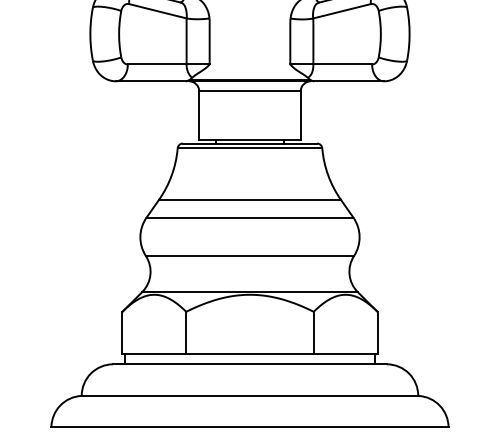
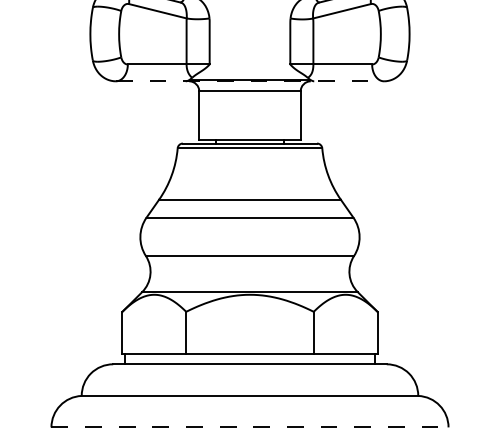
line at (250, 81): solid -> dashed
line at (250, 427): solid -> dashed
